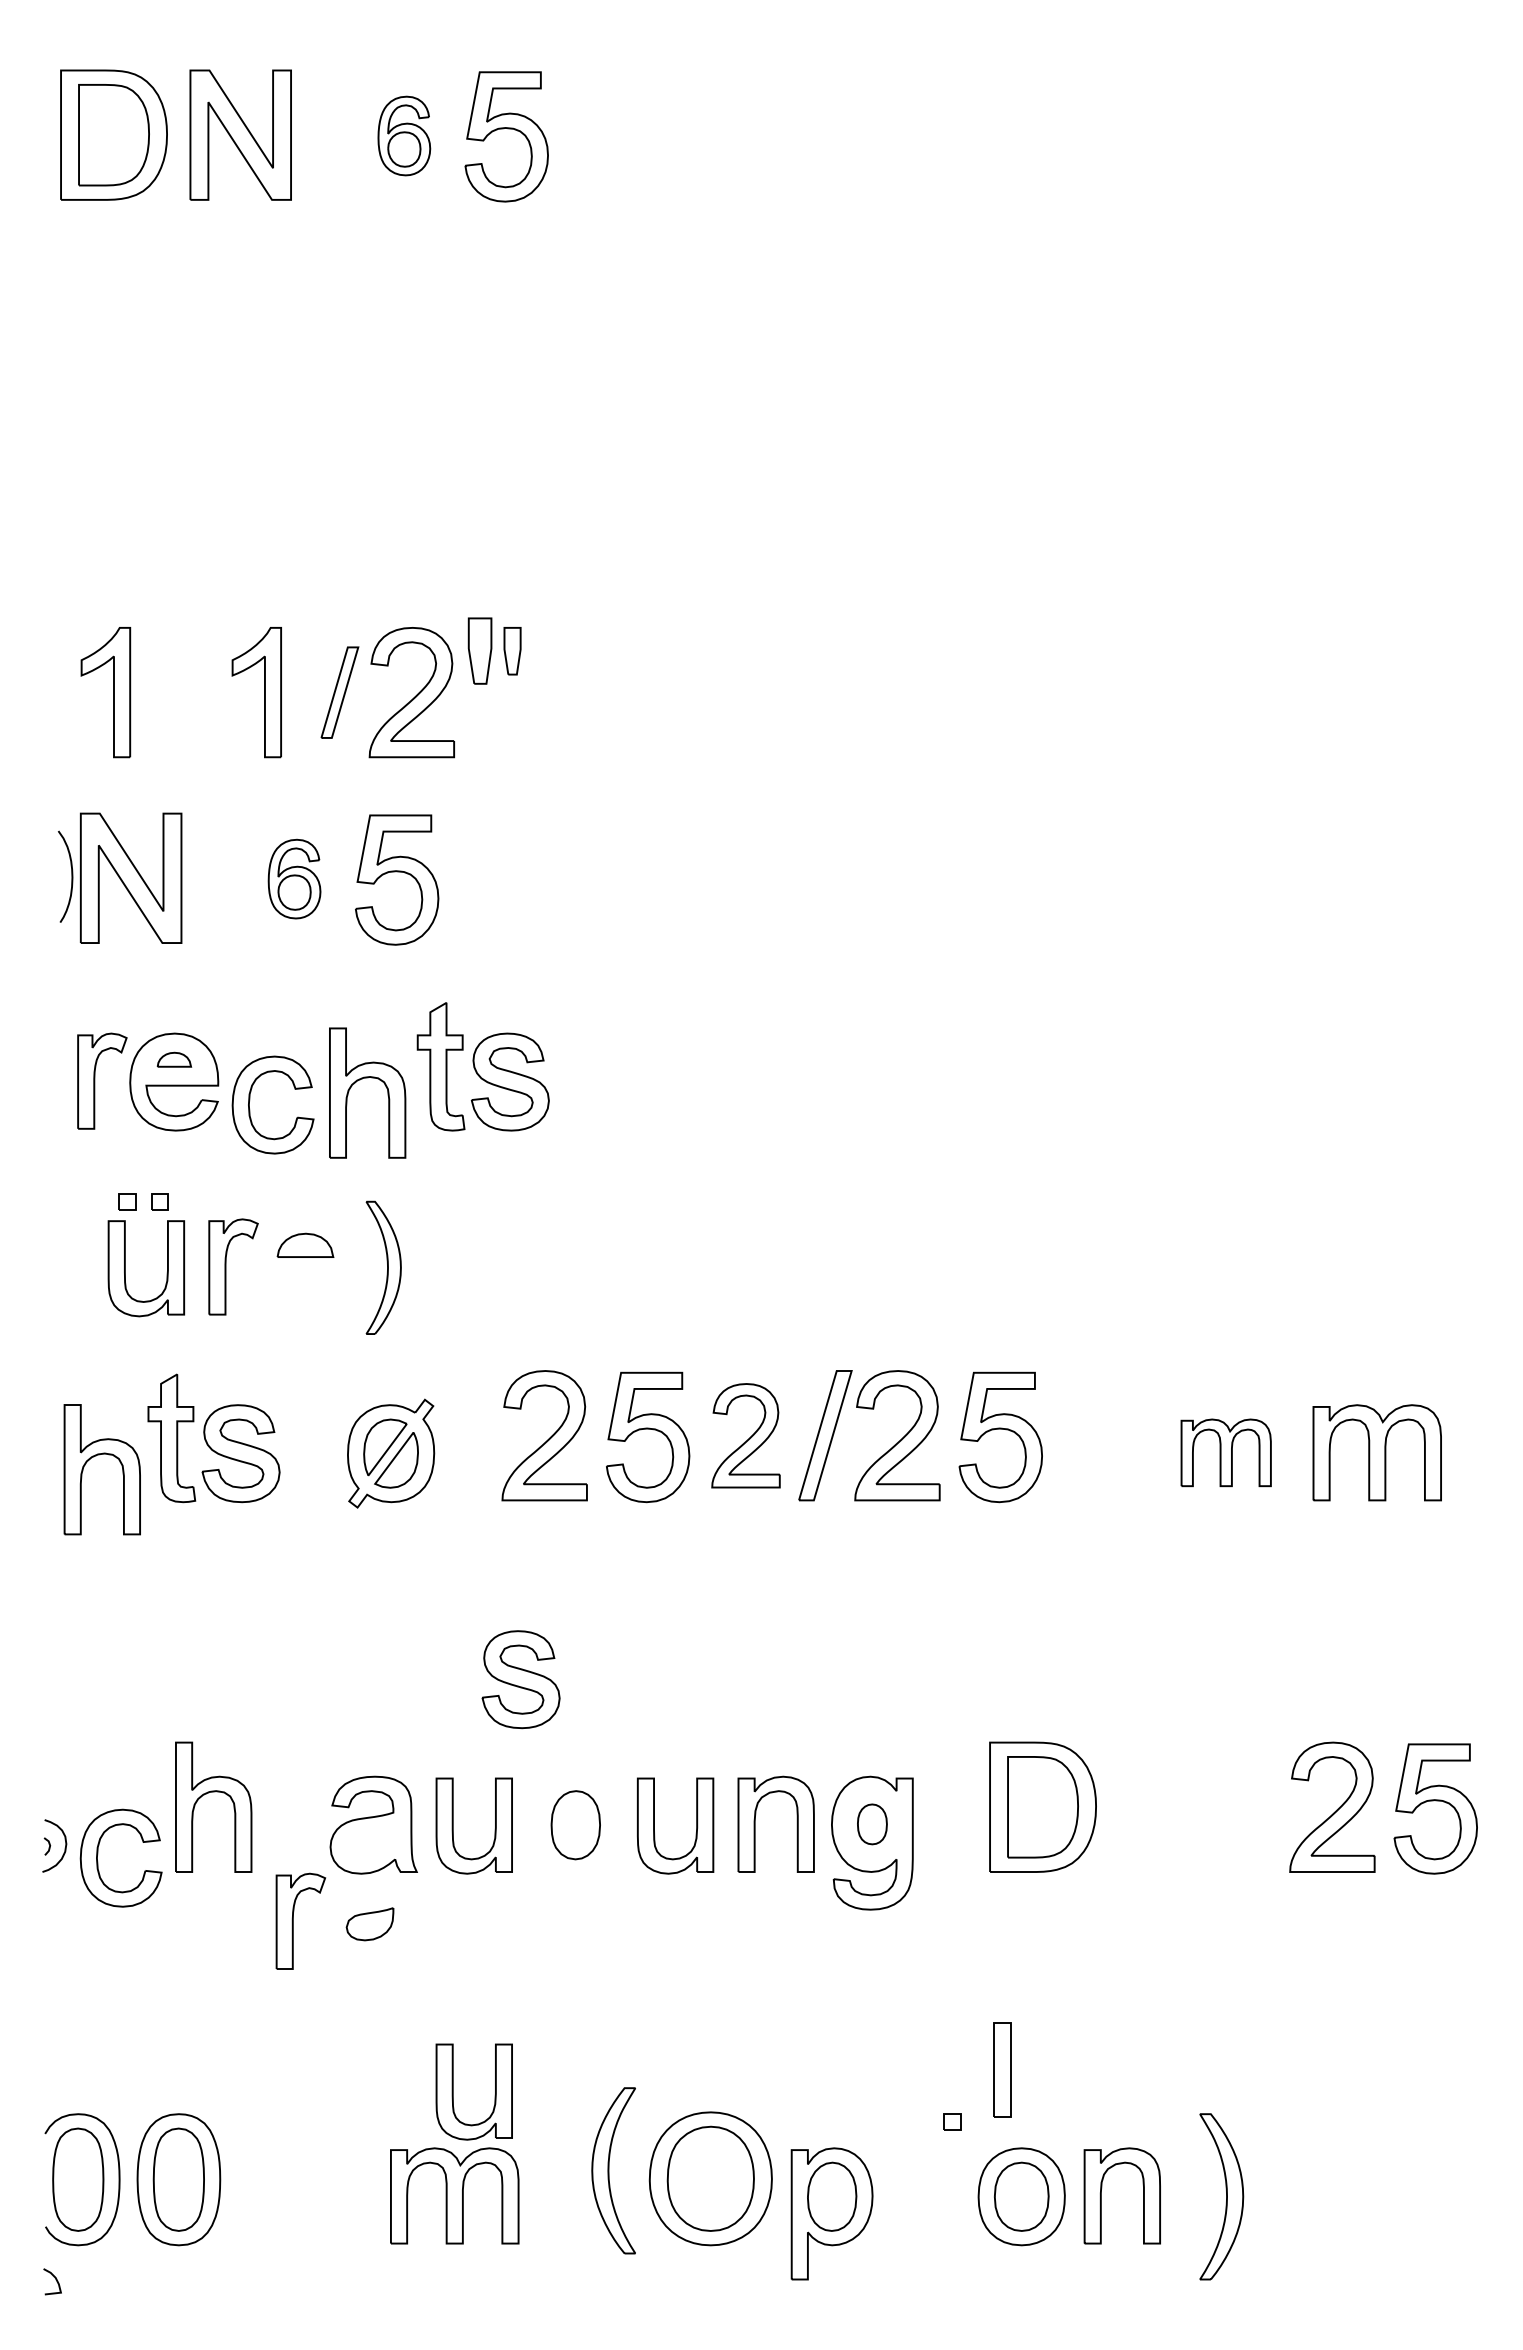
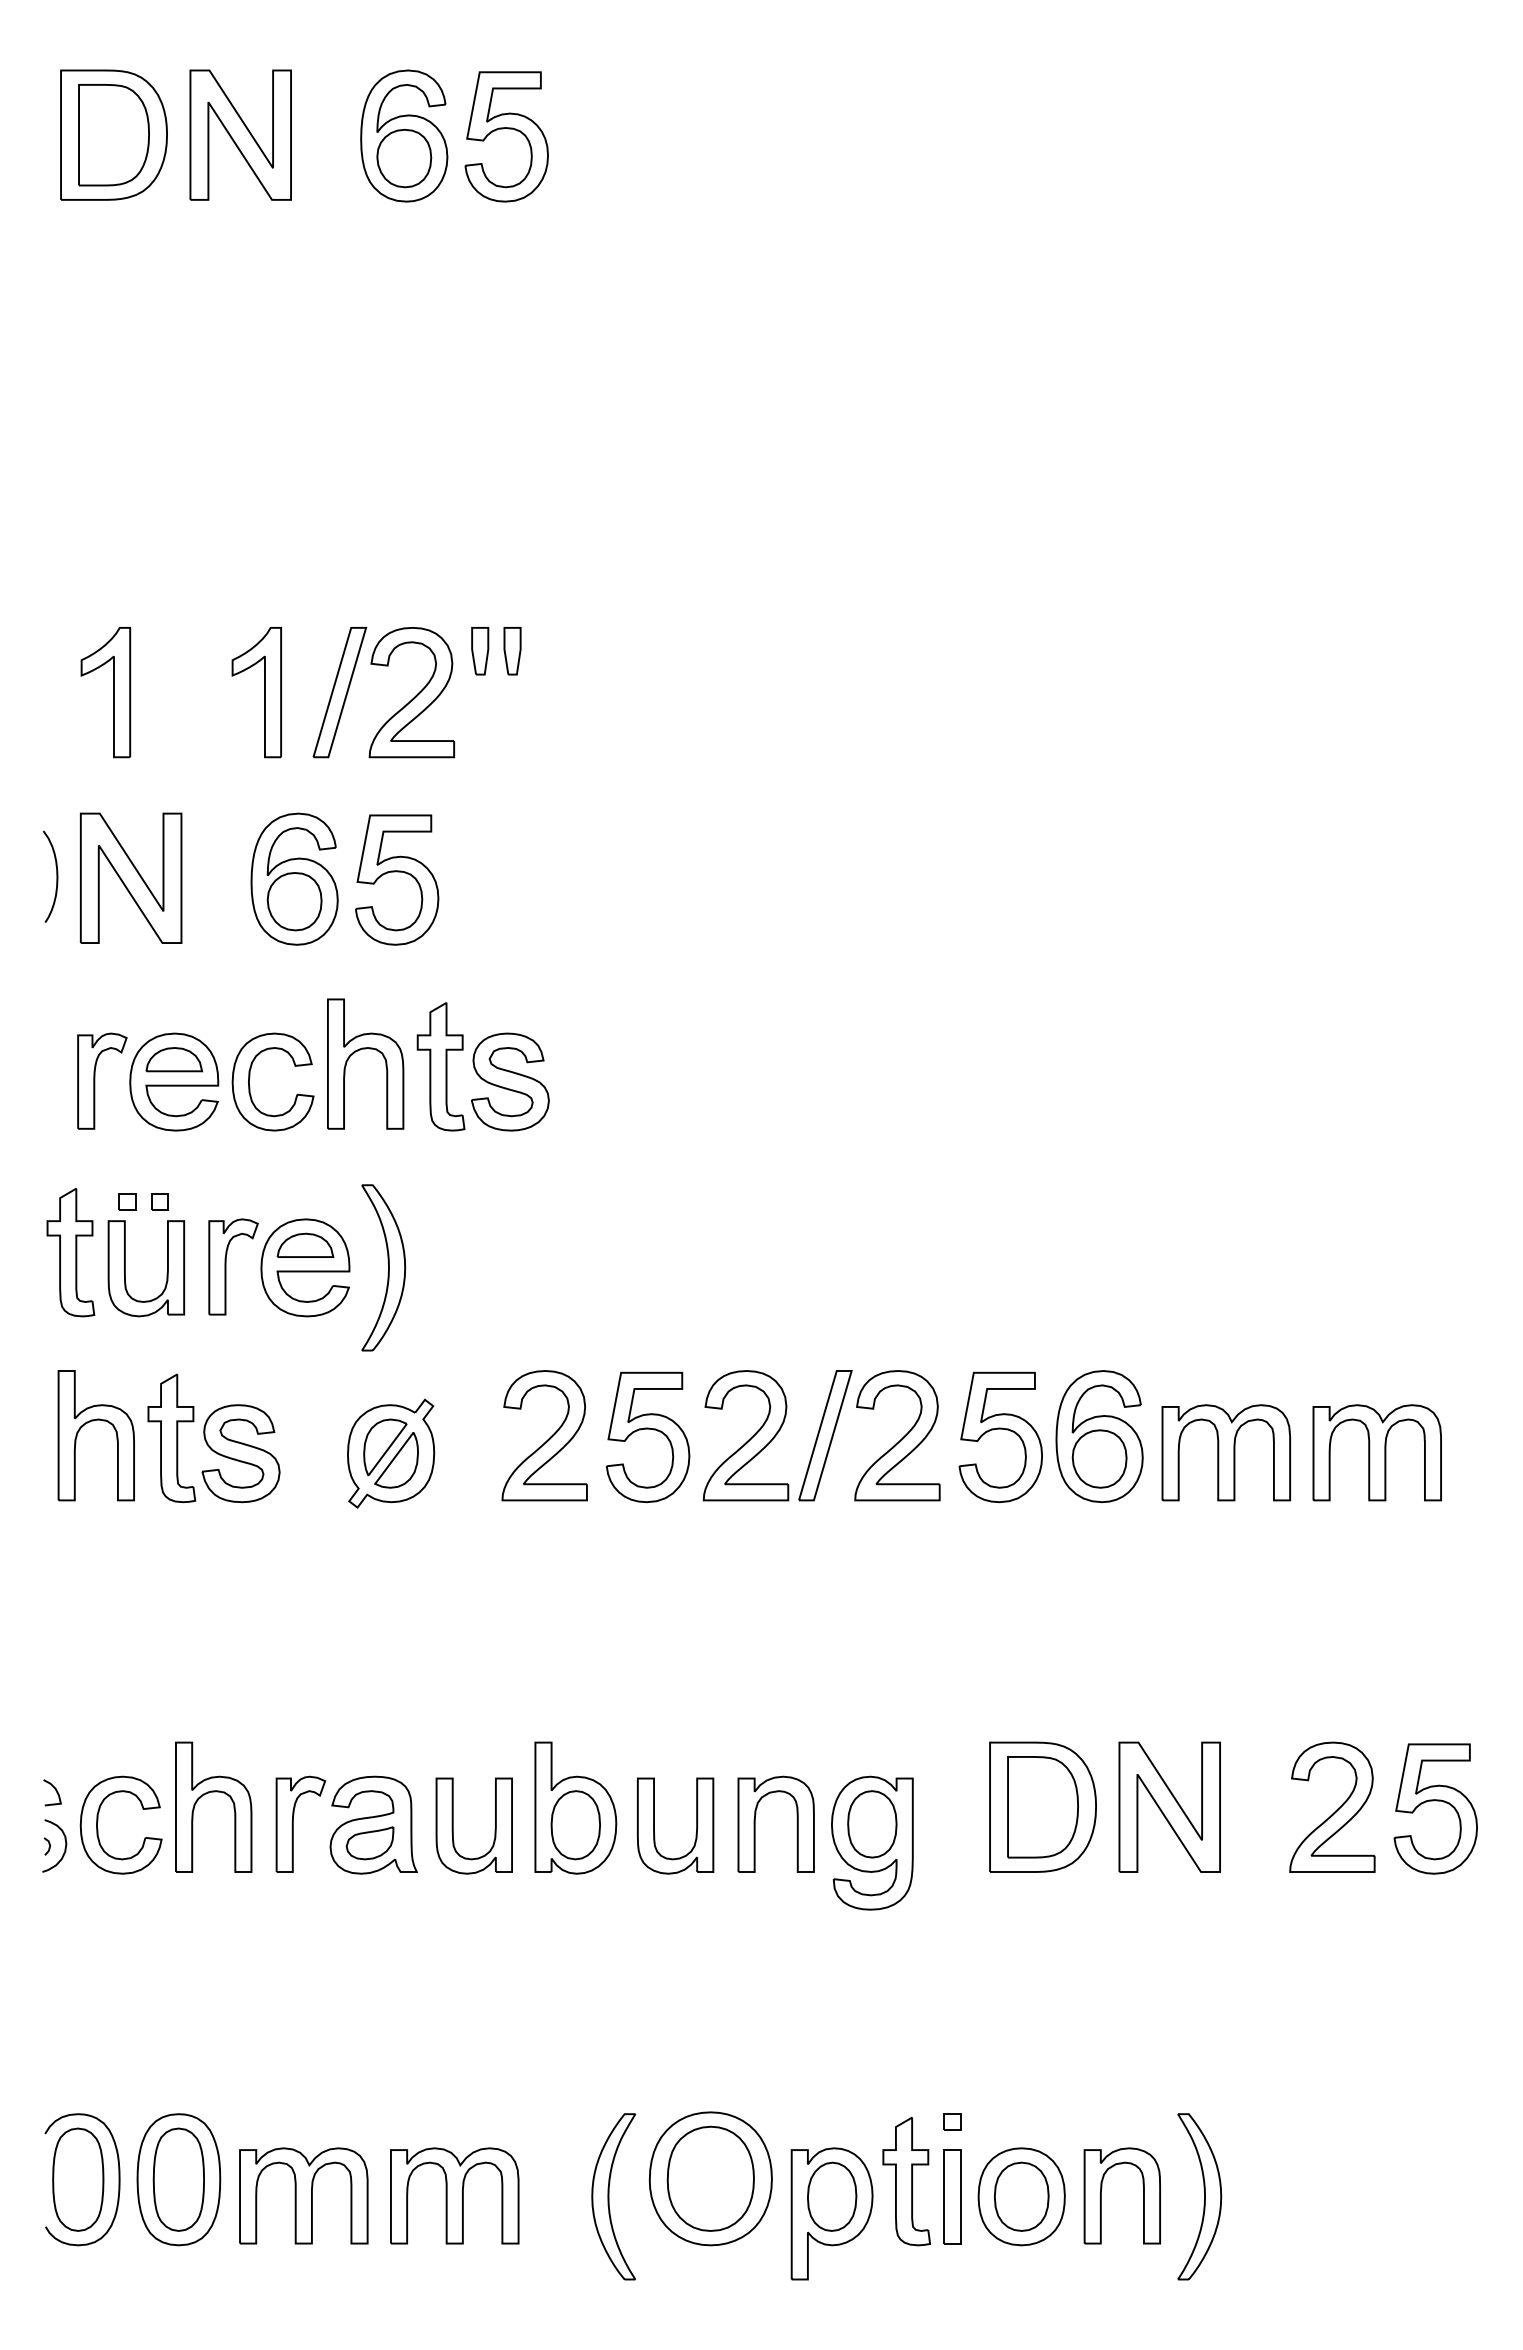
part at (404, 135) size: 55x82 px -> 89x134 px
part at (479, 650) size: 26x68 px -> 19x49 px
part at (339, 692) size: 40x93 px -> 56x132 px
curve at (71, 876) position: (71, 876) -> (56, 876)
part at (294, 878) size: 55x82 px -> 89x134 px
part at (174, 1059) size: 37x17 px -> 59x26 px
part at (360, 1080) position: (360, 1080) -> (358, 1051)
part at (250, 1100) position: (250, 1100) -> (250, 1077)
part at (70, 1252): none -> present
part at (305, 1267): none -> present
part at (383, 1267) size: 37x135 px -> 46x168 px
part at (745, 1435) size: 70x106 px -> 88x132 px
part at (1099, 1436): none -> present
part at (1225, 1452) size: 92x70 px -> 130x98 px
part at (96, 1456) position: (96, 1456) -> (90, 1422)
part at (520, 1679): present -> none
part at (1169, 1806): none -> present
part at (575, 1807): none -> present
part at (872, 1824) size: 31x43 px -> 51x69 px
part at (98, 1854) position: (98, 1854) -> (98, 1821)
part at (293, 1920) position: (293, 1920) -> (293, 1823)
part at (369, 1924) position: (369, 1924) -> (369, 1843)
part at (1002, 2069) position: (1002, 2069) -> (952, 2196)
part at (453, 2091): present -> none
part at (613, 2170) position: (613, 2170) -> (613, 2196)
part at (906, 2181): none -> present
part at (303, 2195): none -> present
part at (1221, 2196) position: (1221, 2196) -> (1199, 2196)
curve at (54, 2278) position: (54, 2278) -> (54, 1789)
